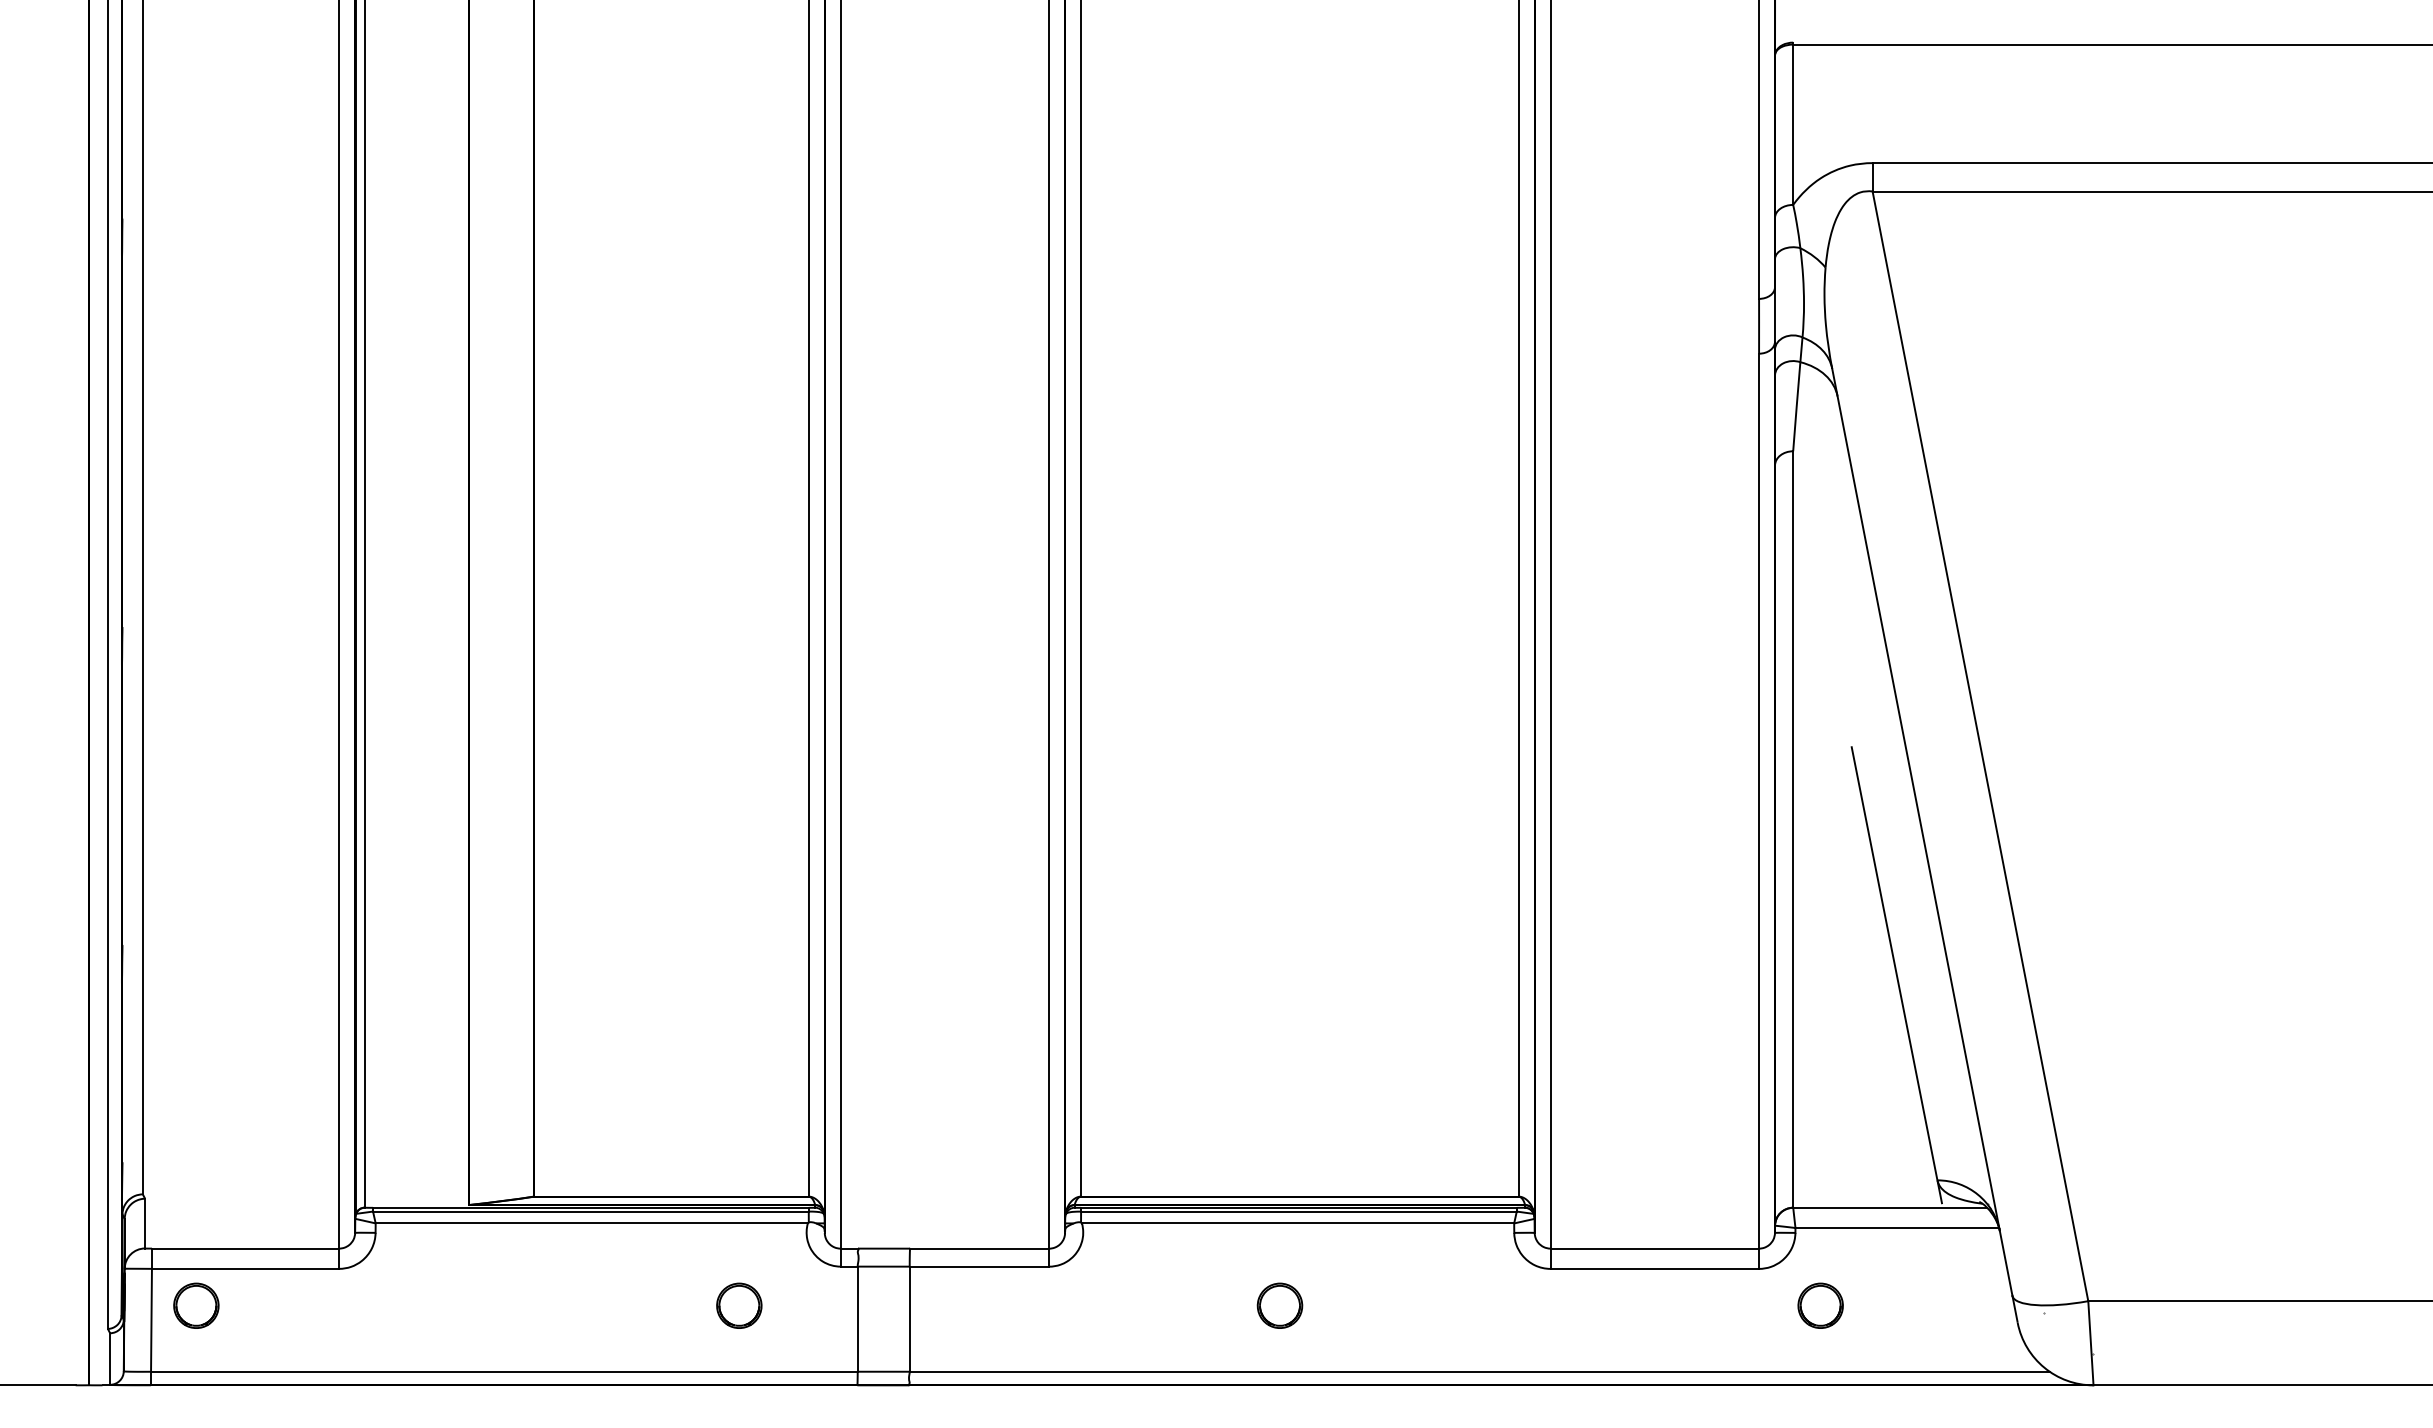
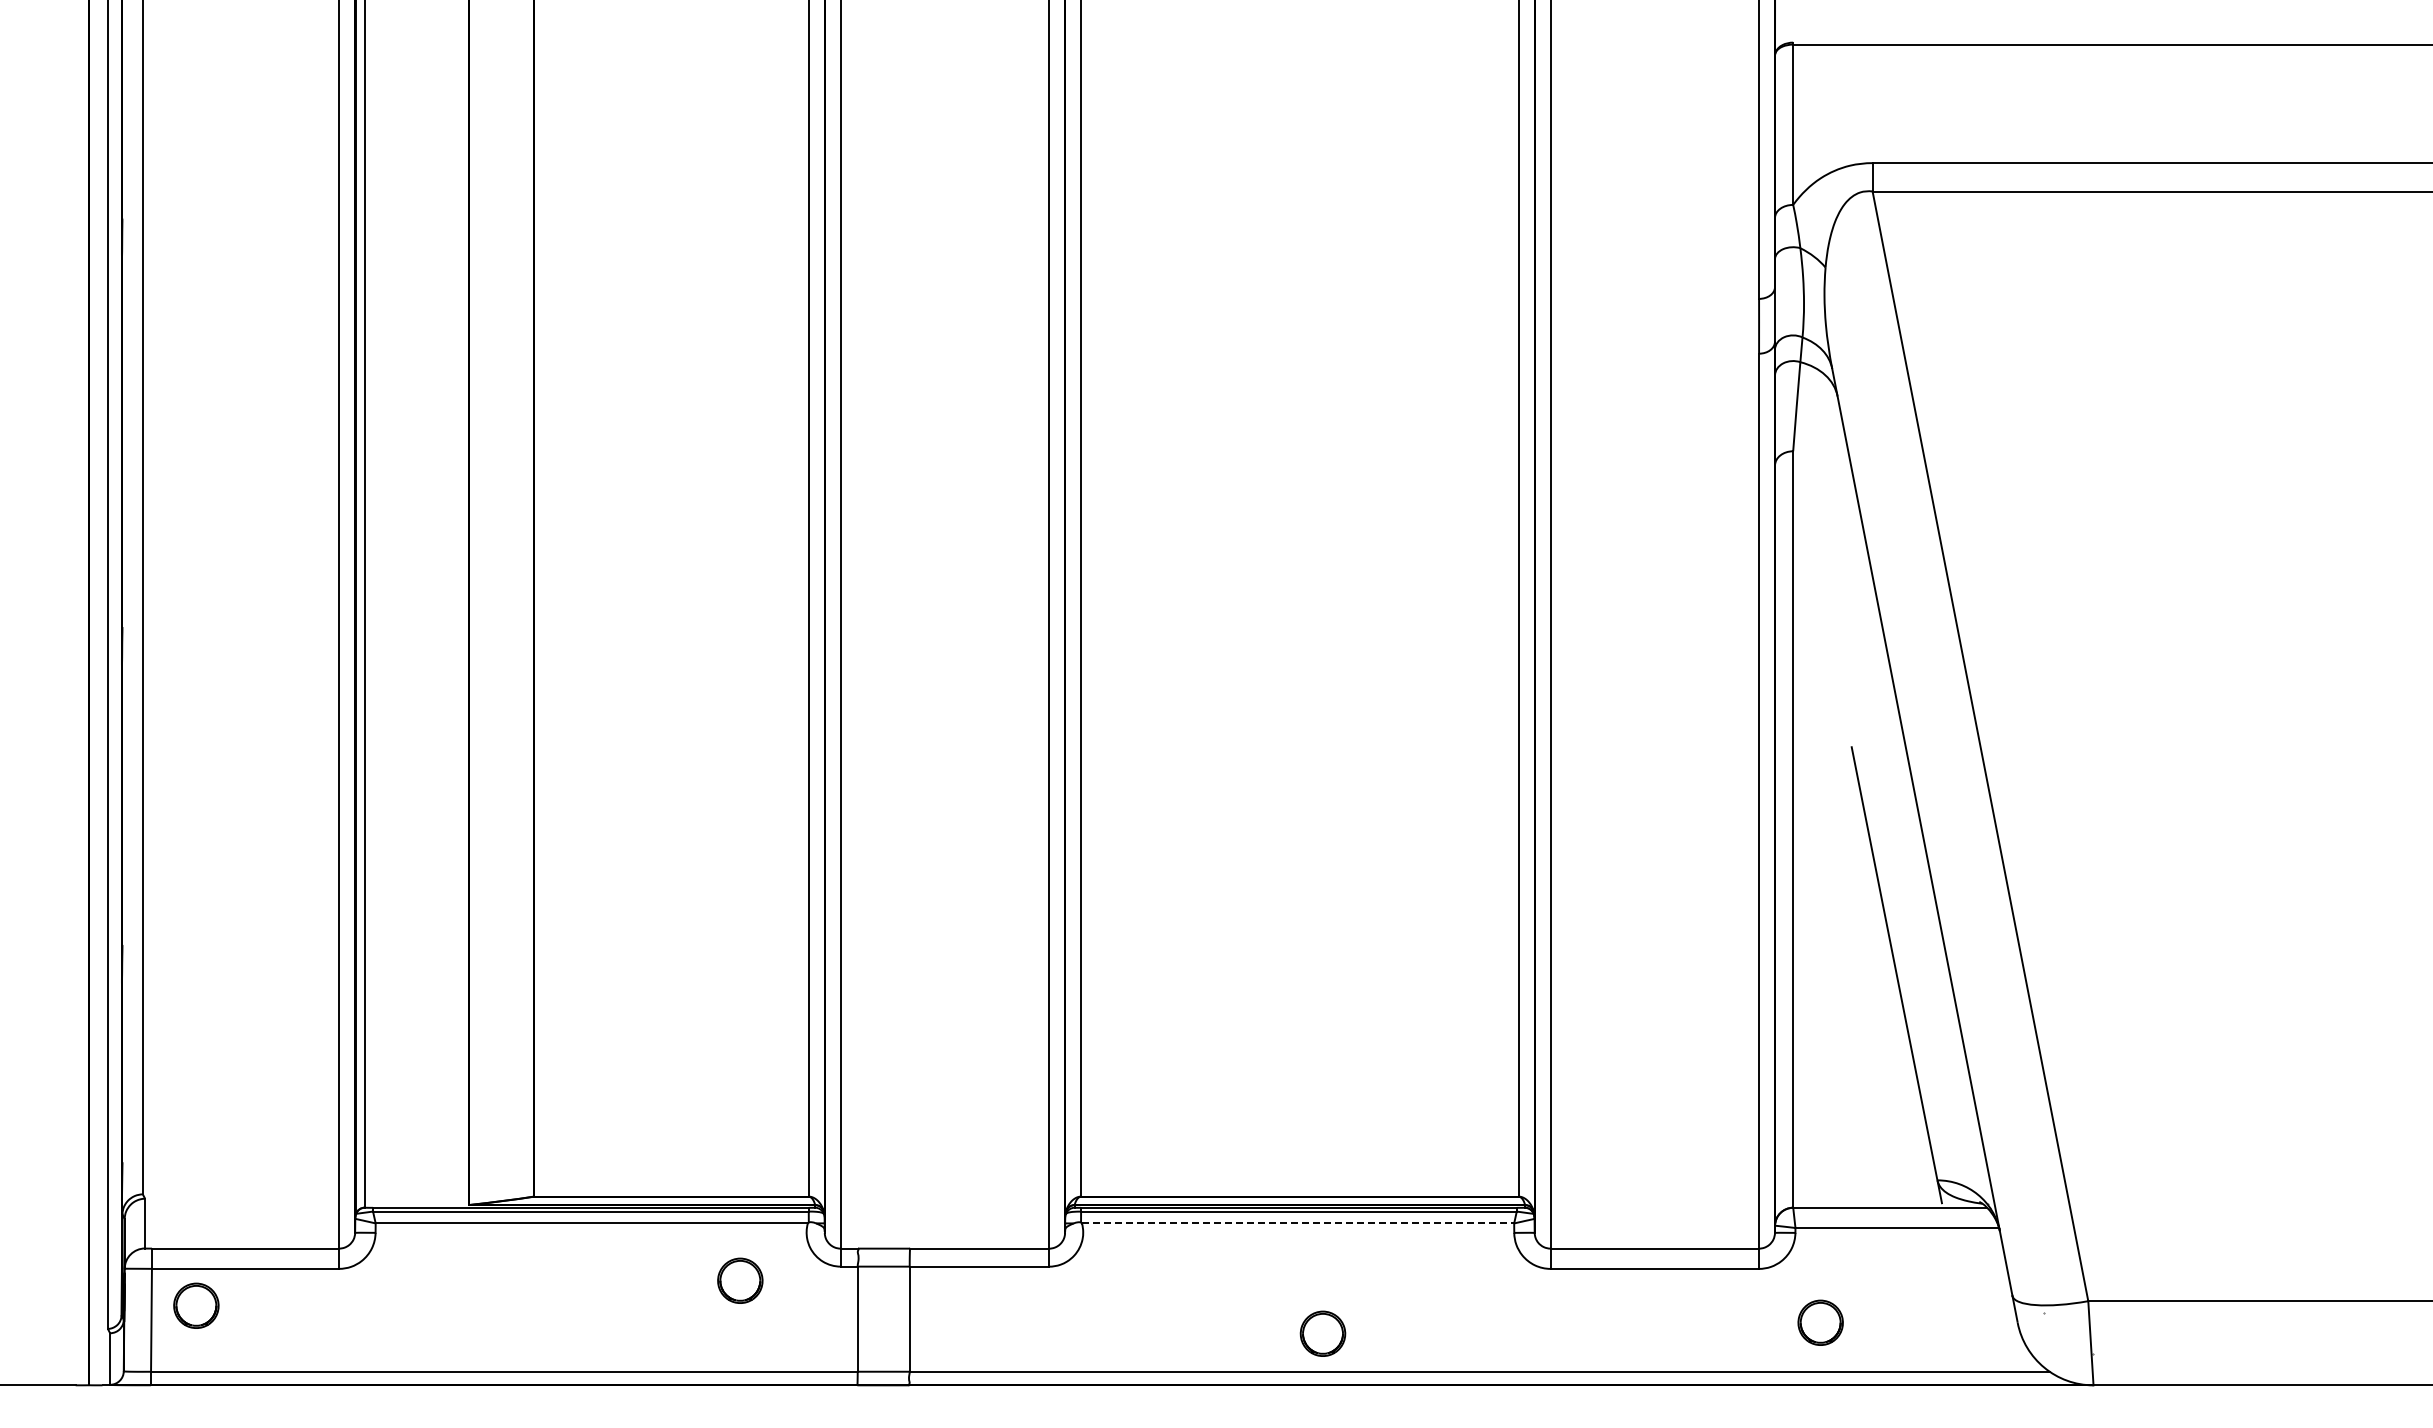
line at (1298, 1223): solid -> dashed
part at (739, 1305) position: (739, 1305) -> (740, 1280)
part at (1279, 1305) position: (1279, 1305) -> (1322, 1333)
part at (1820, 1305) position: (1820, 1305) -> (1820, 1322)
